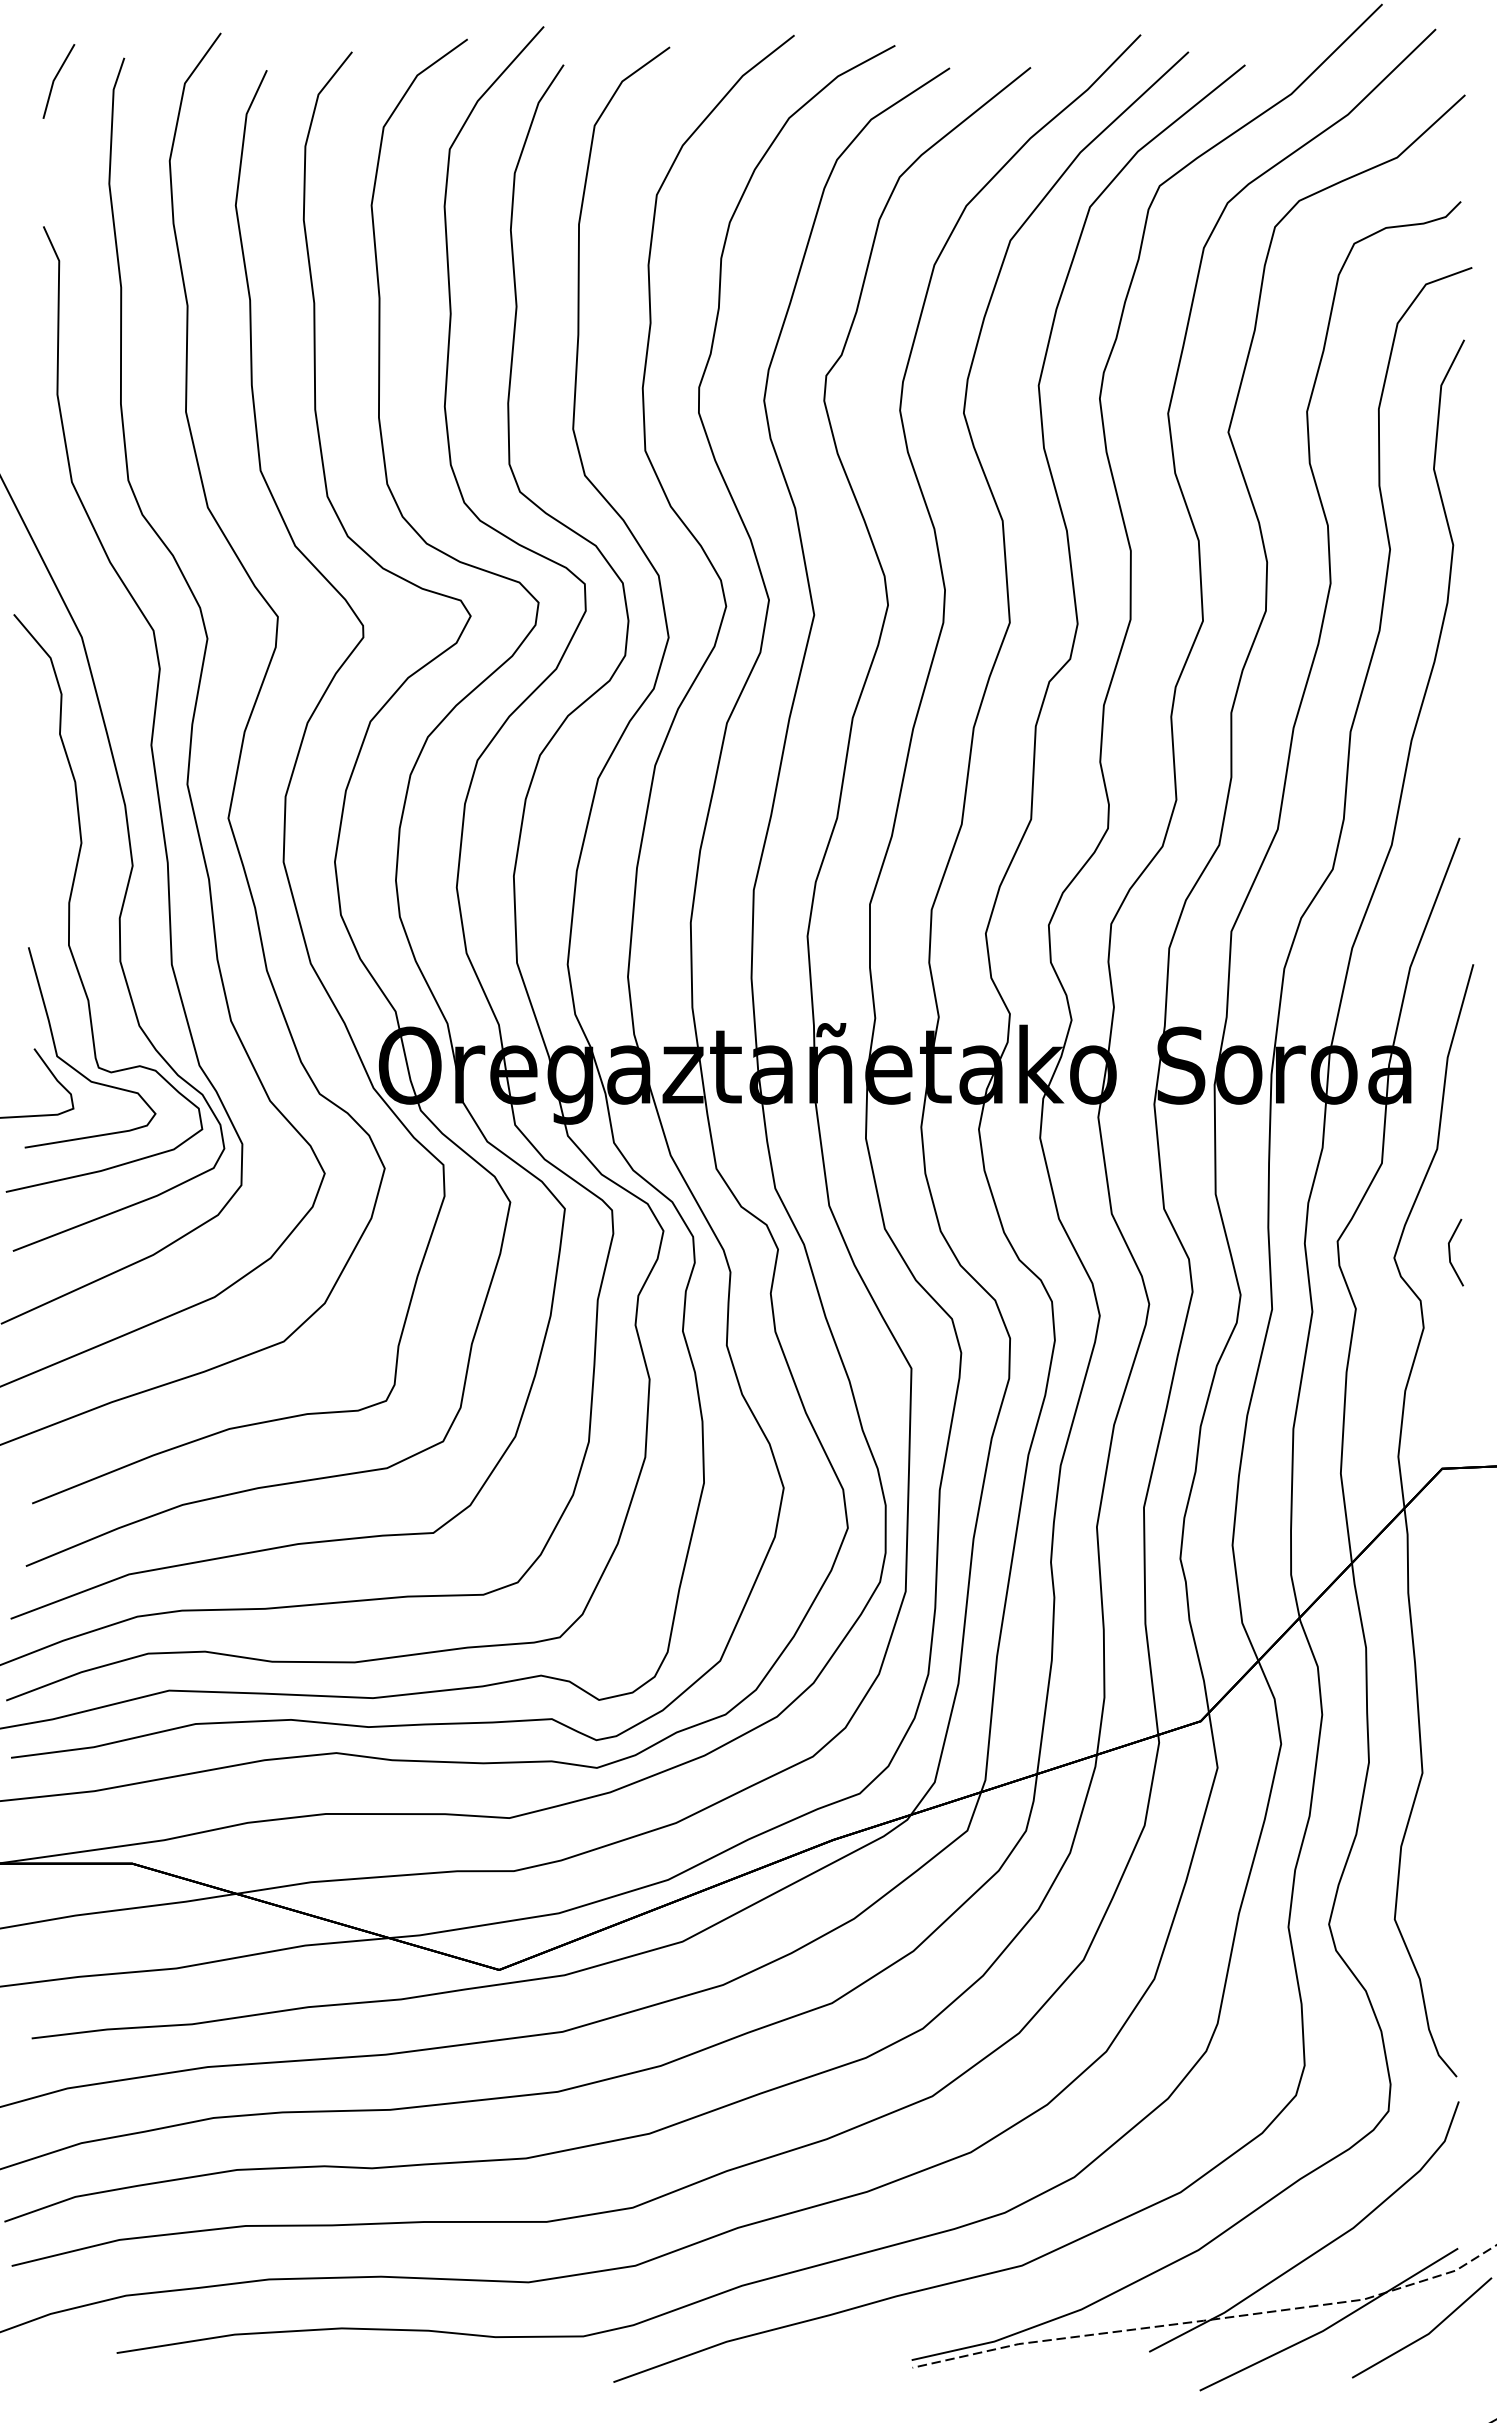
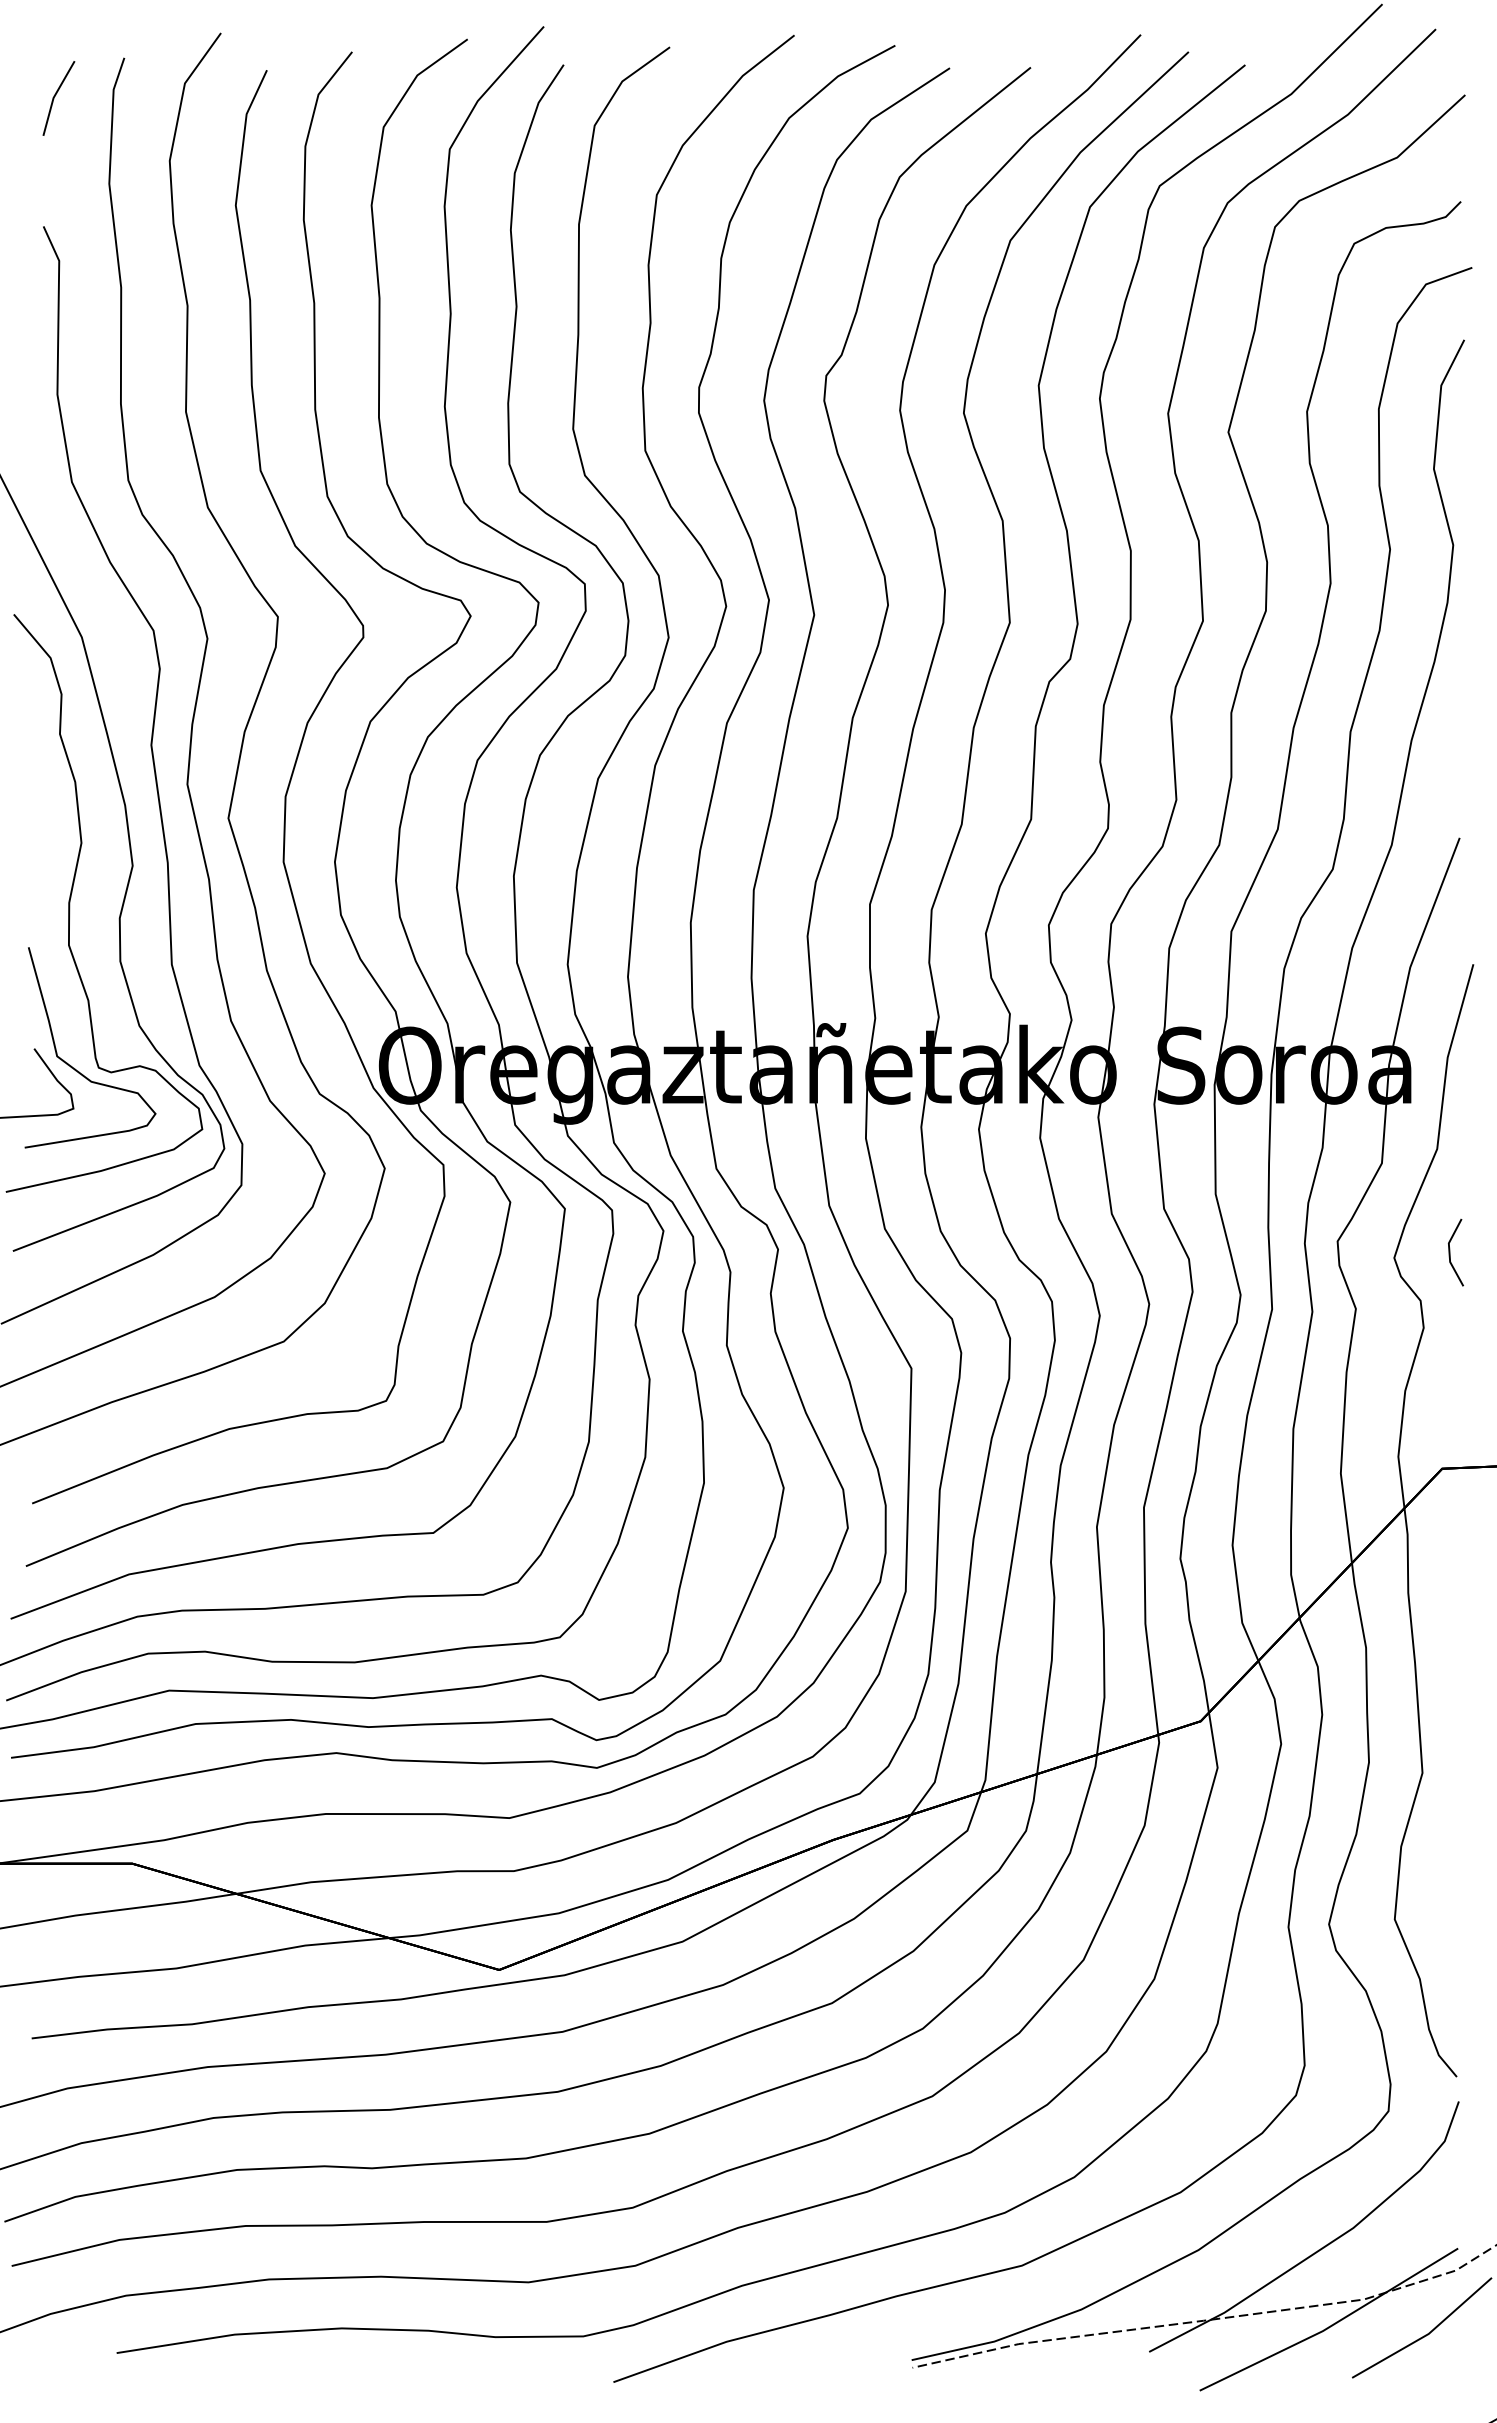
line at (56, 78) position: (56, 78) -> (56, 95)
